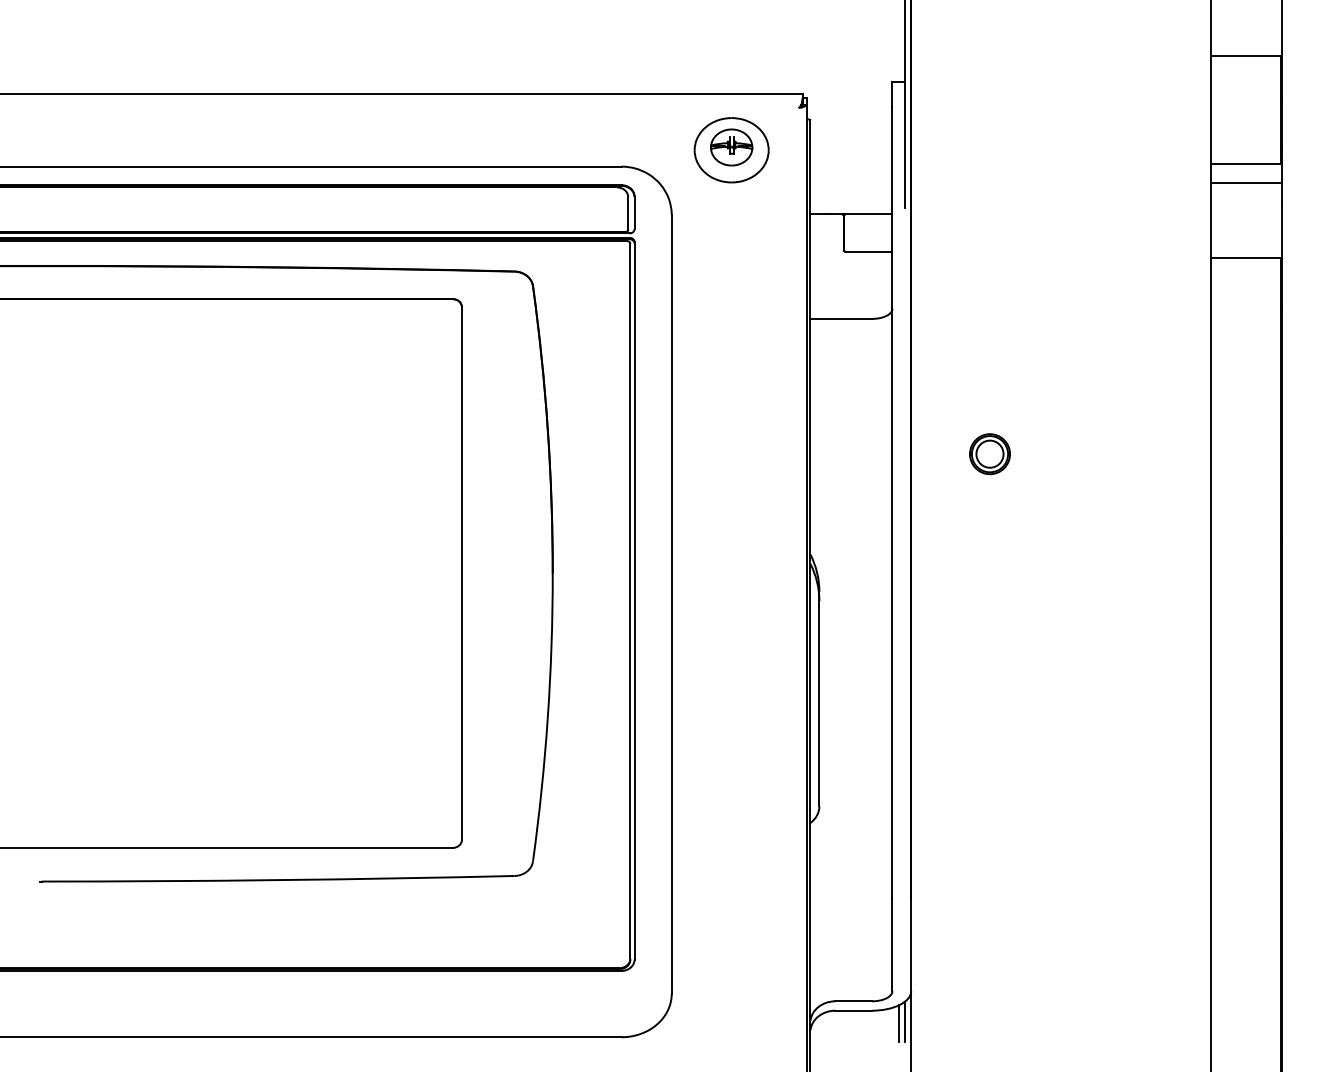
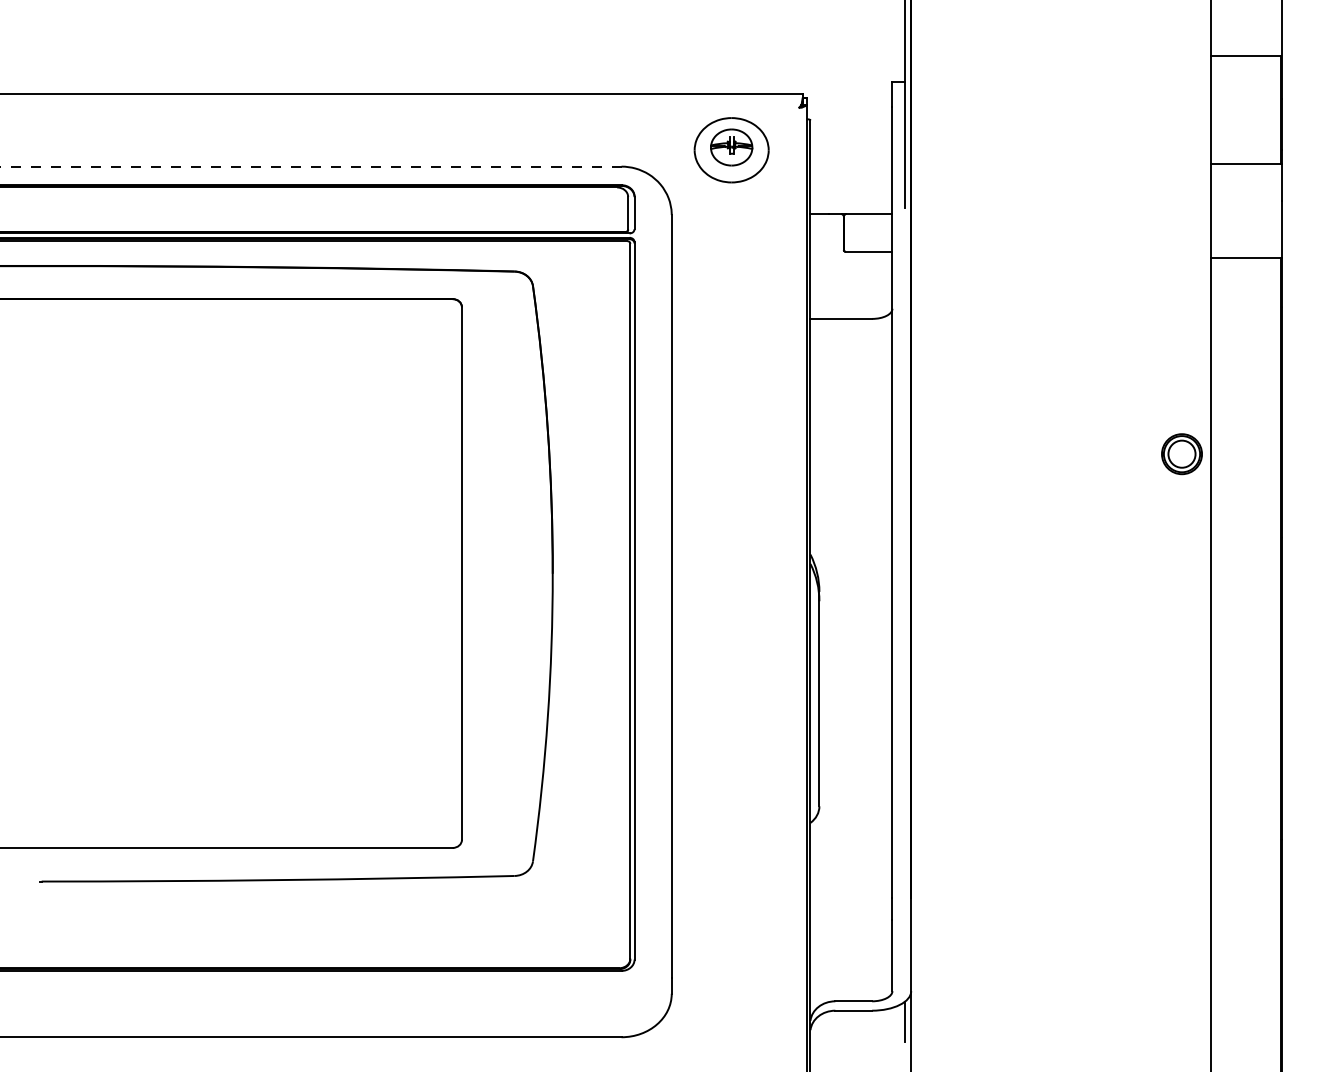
line at (310, 166): solid -> dashed
line at (1246, 182): present -> none
part at (989, 454) position: (989, 454) -> (1181, 454)
line at (899, 1023): present -> none
